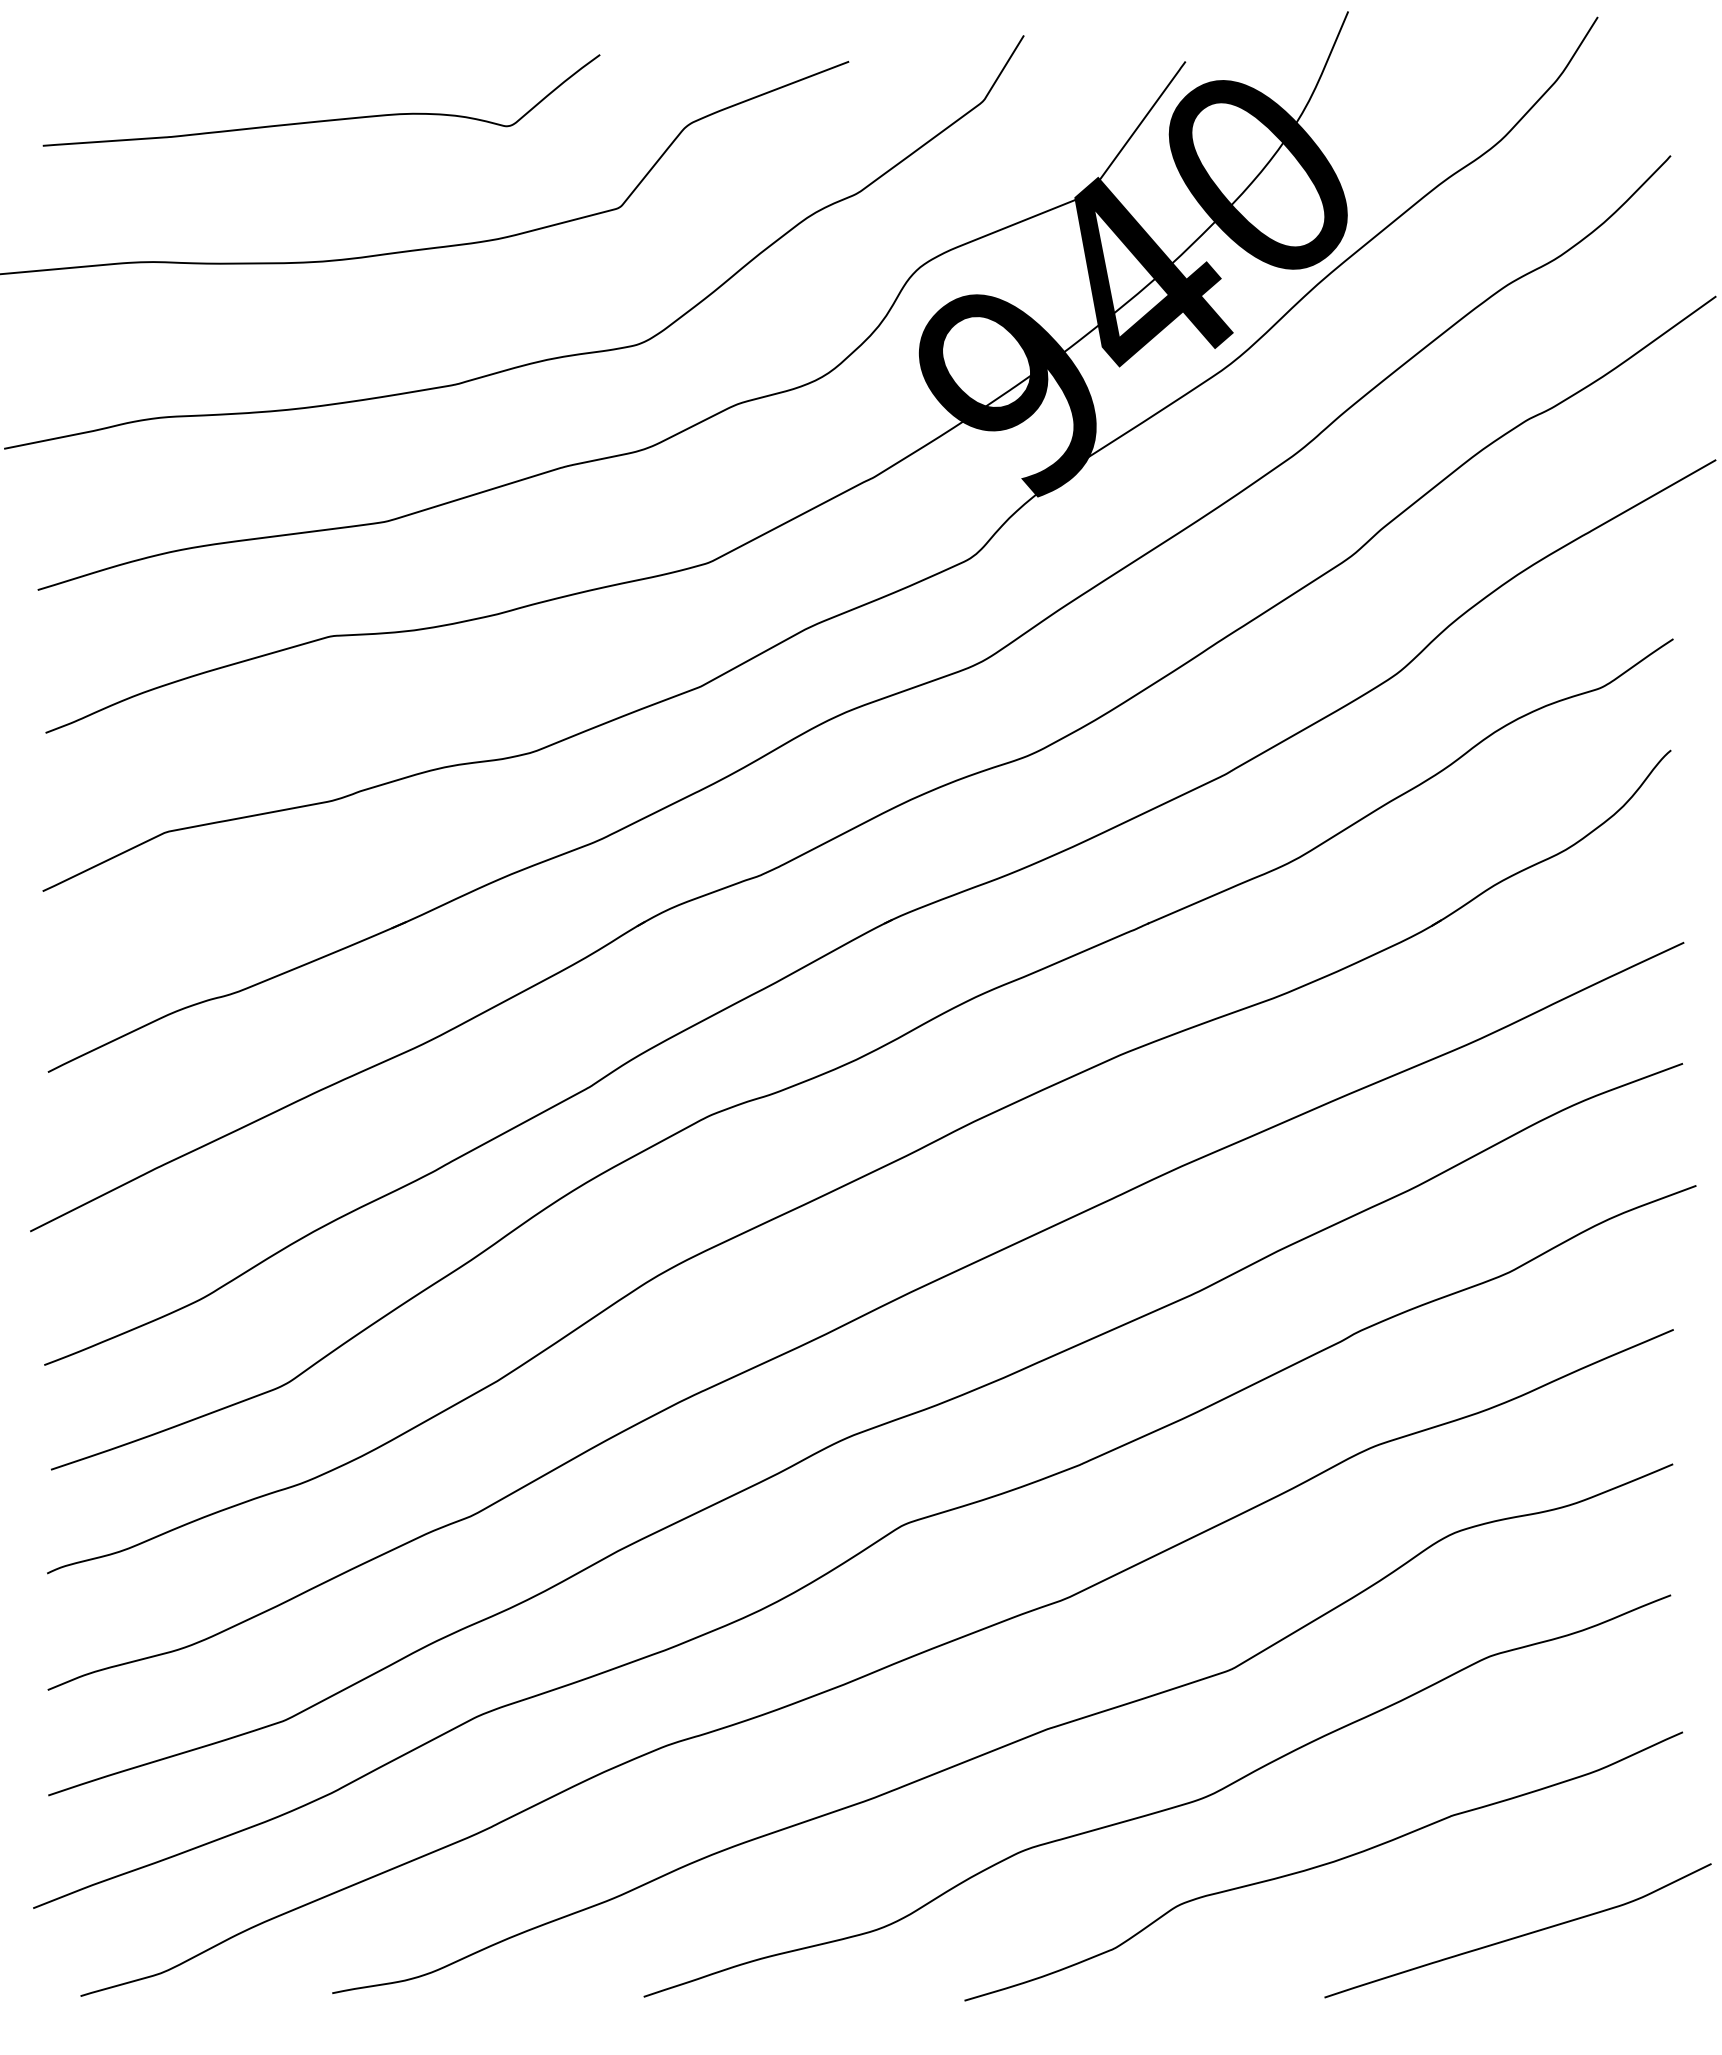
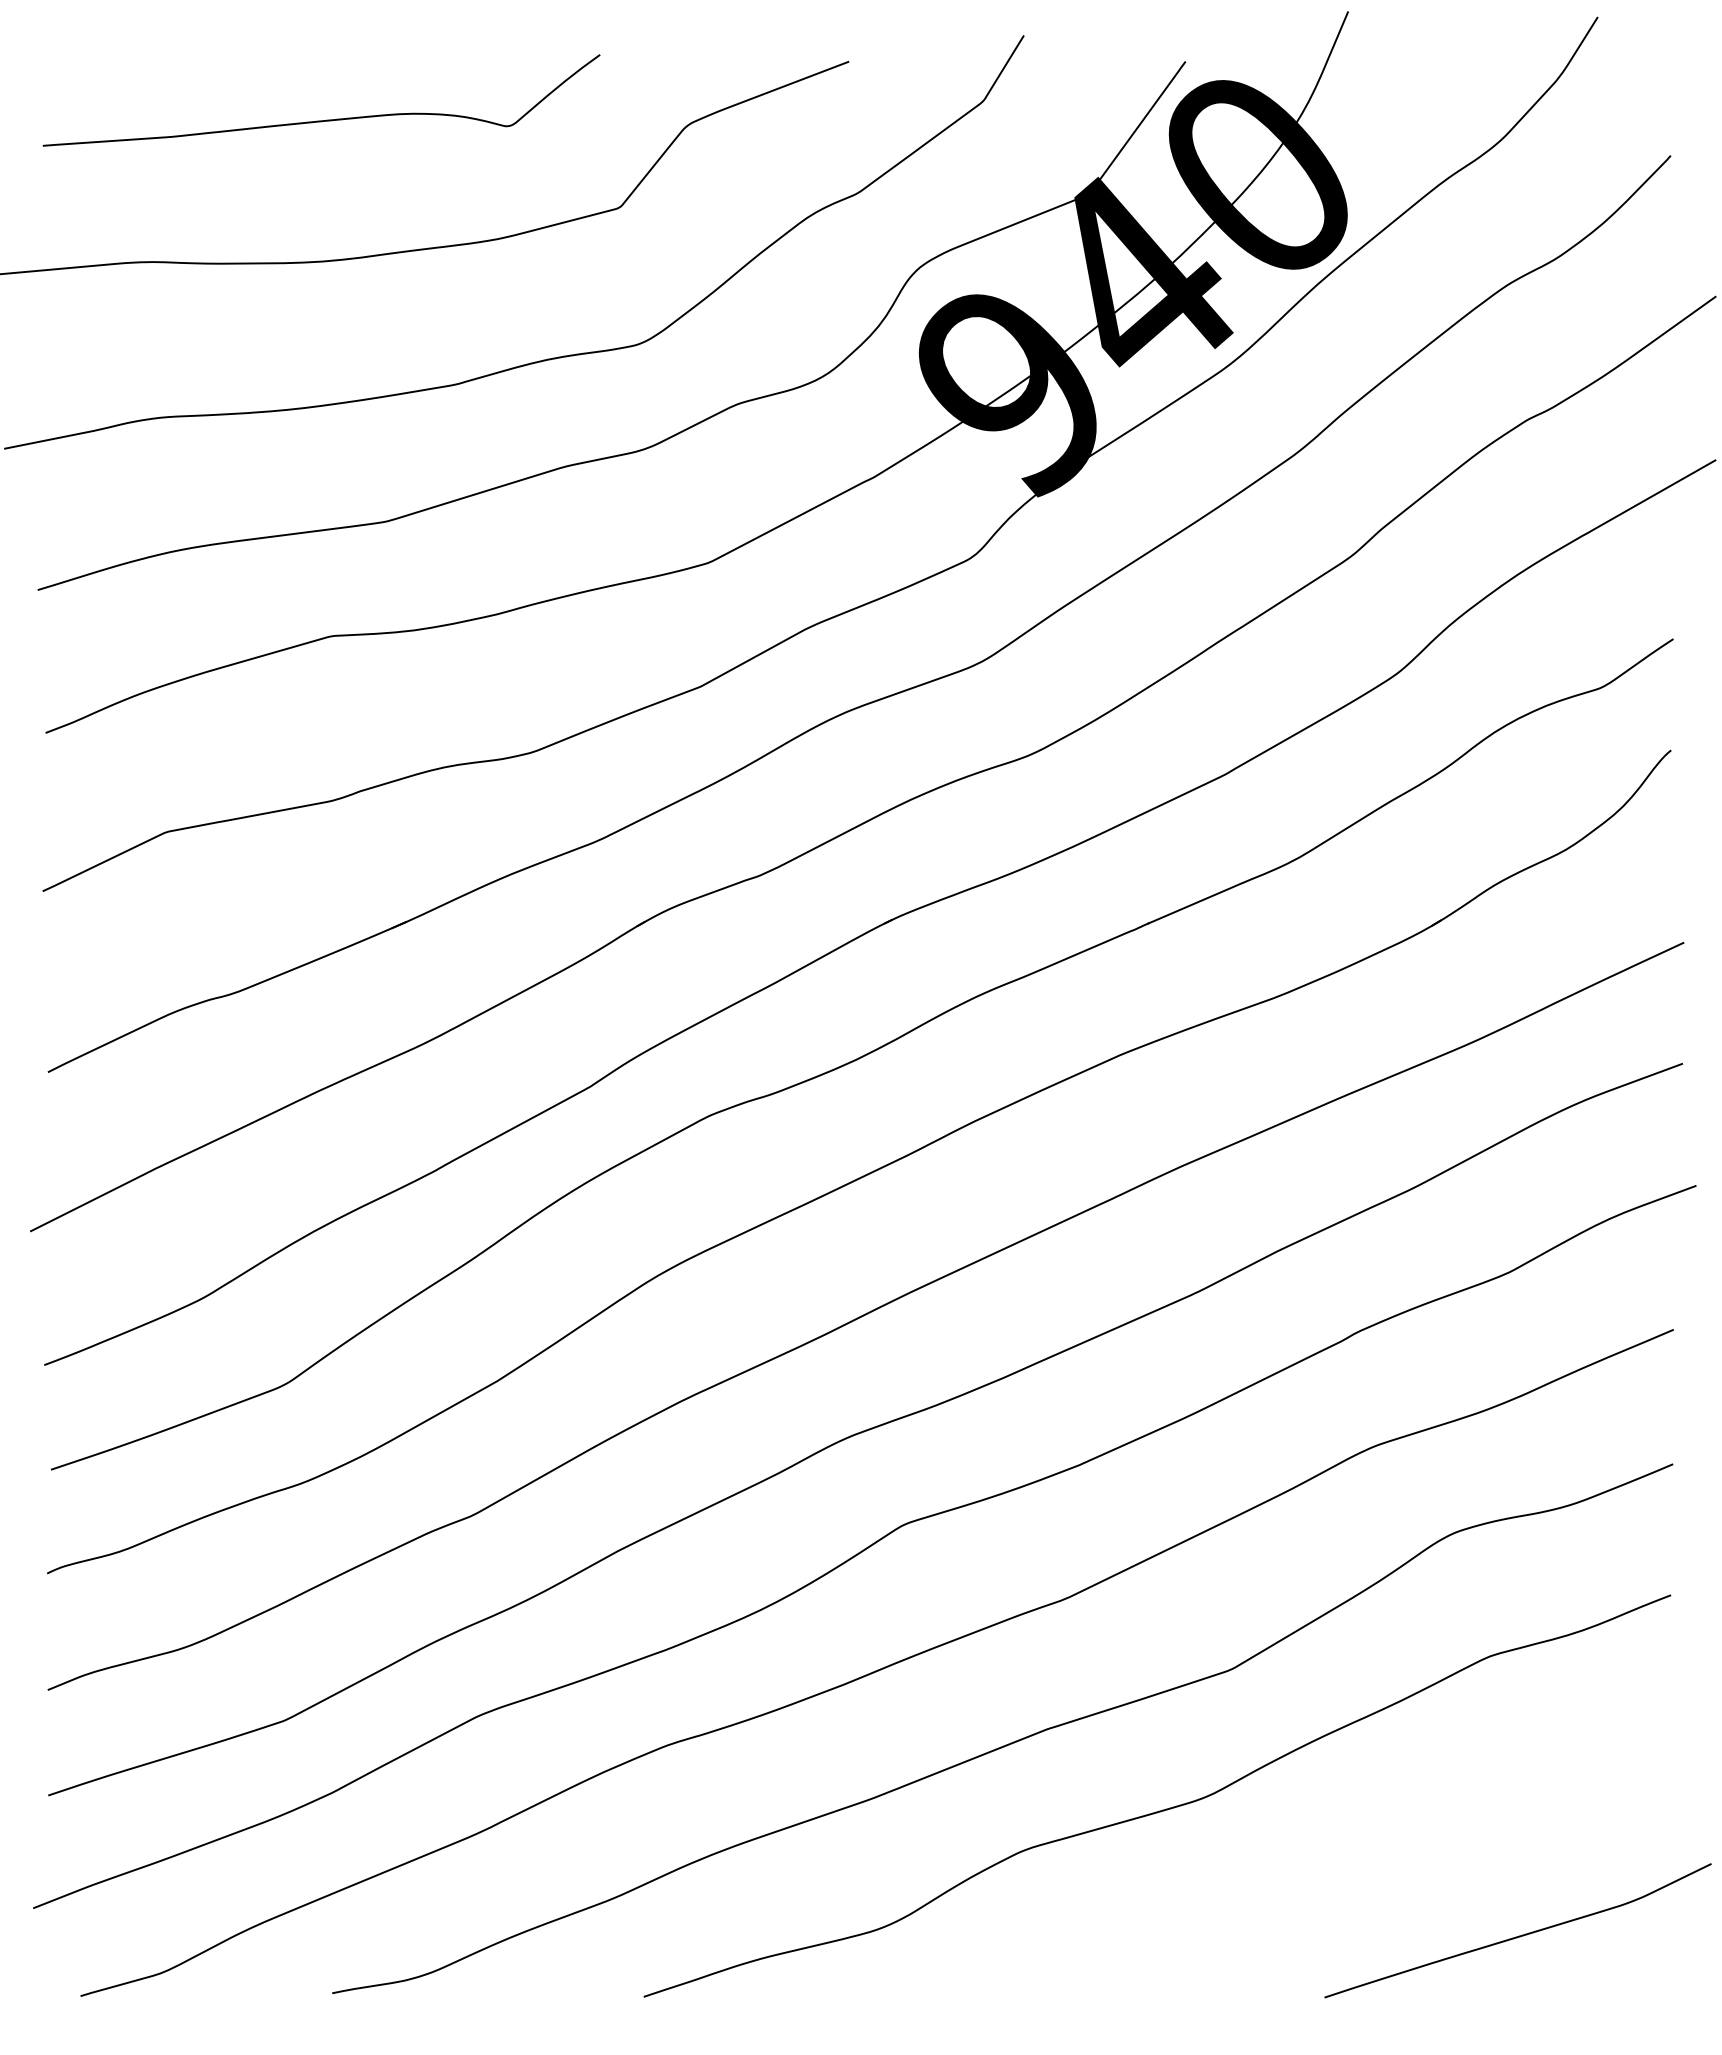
curve at (1323, 1865): present -> none
